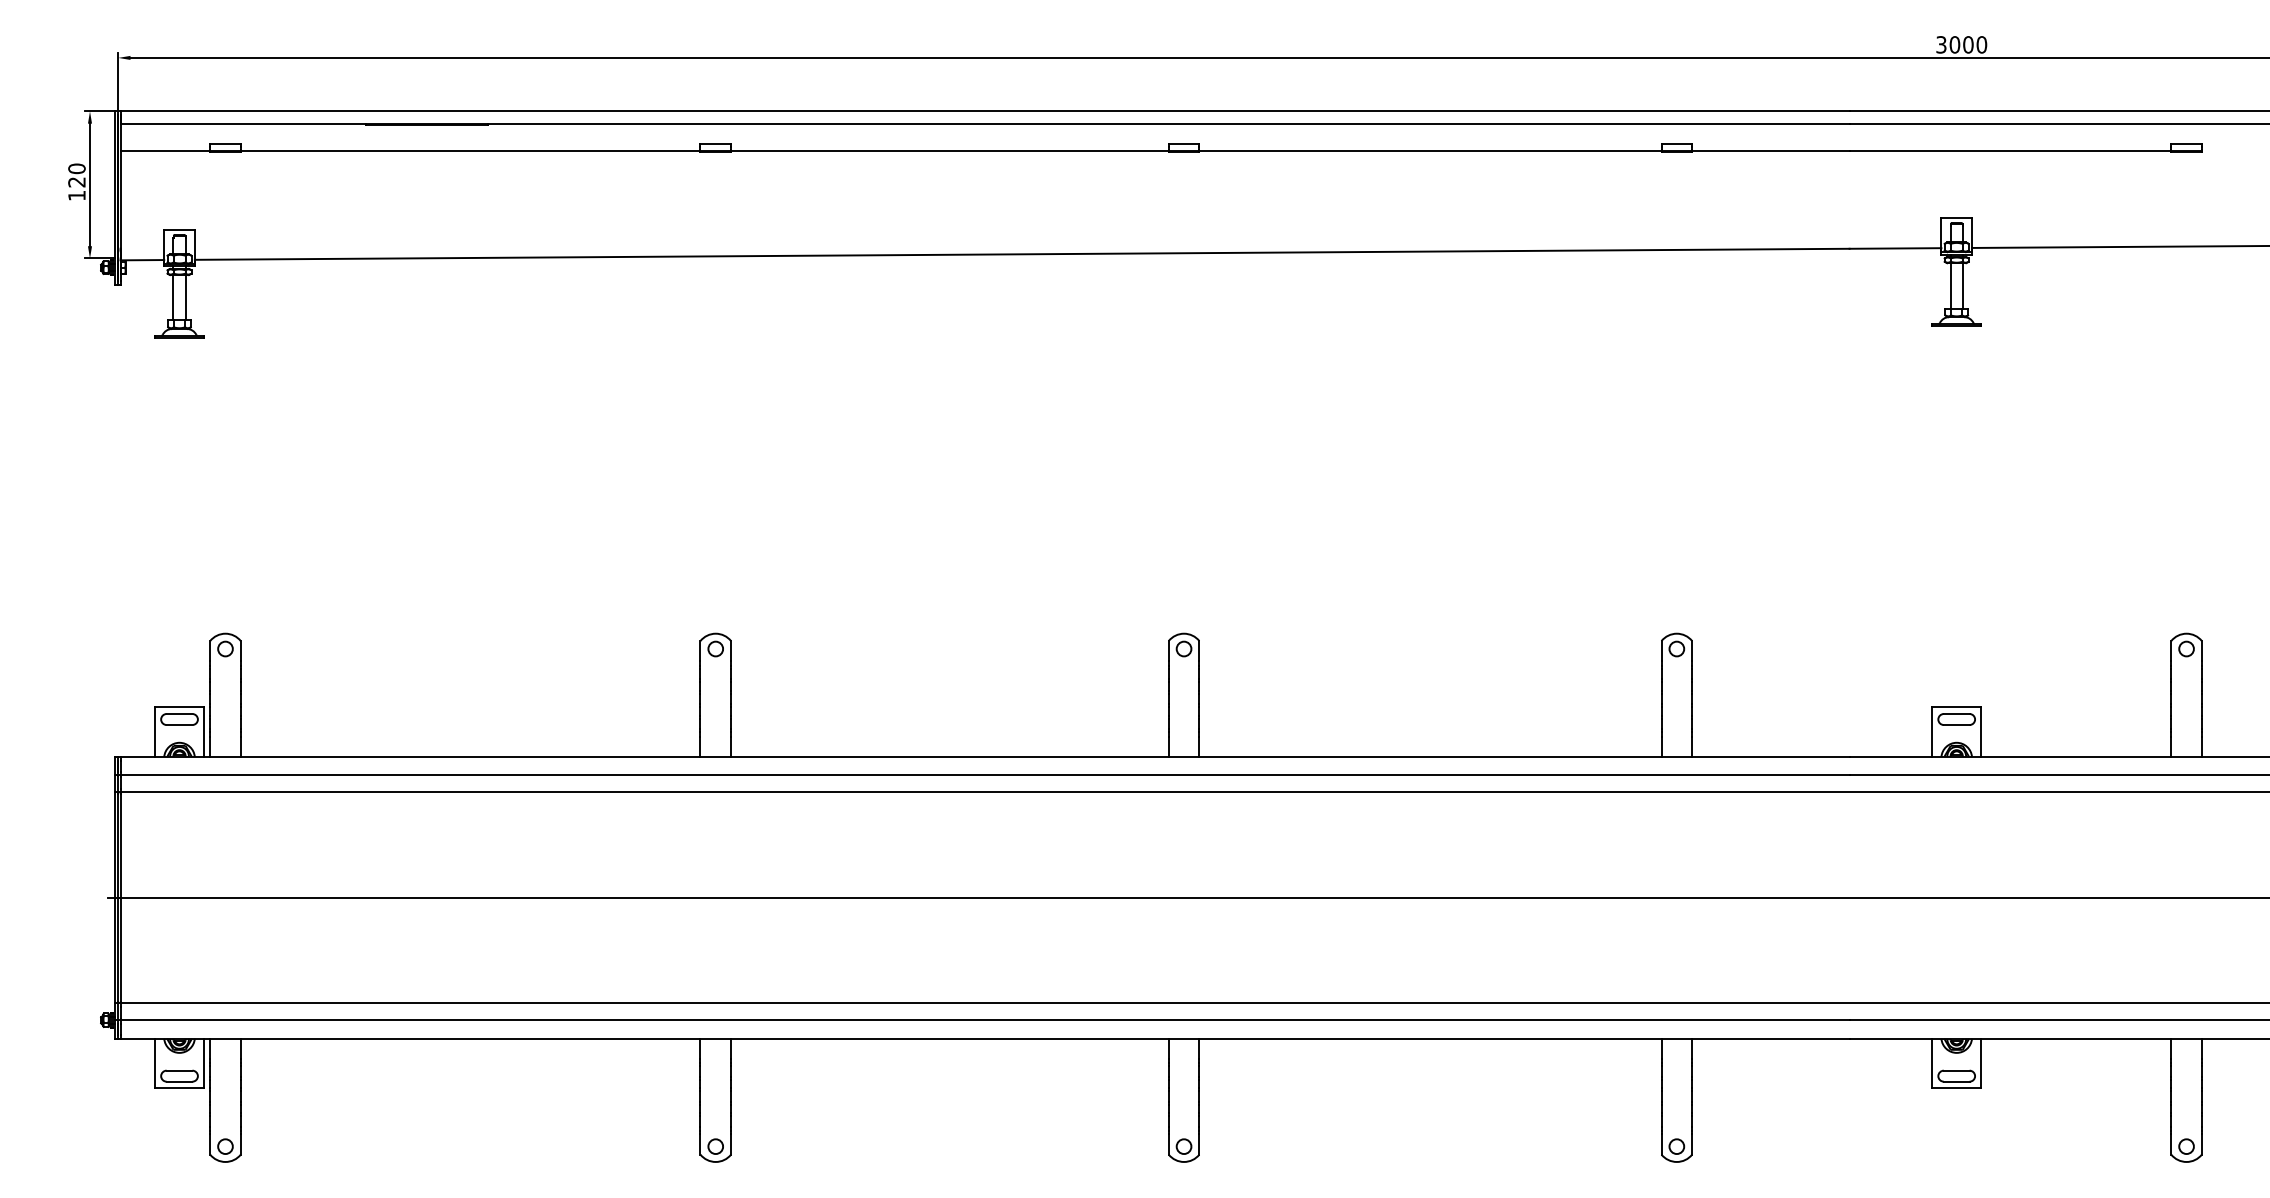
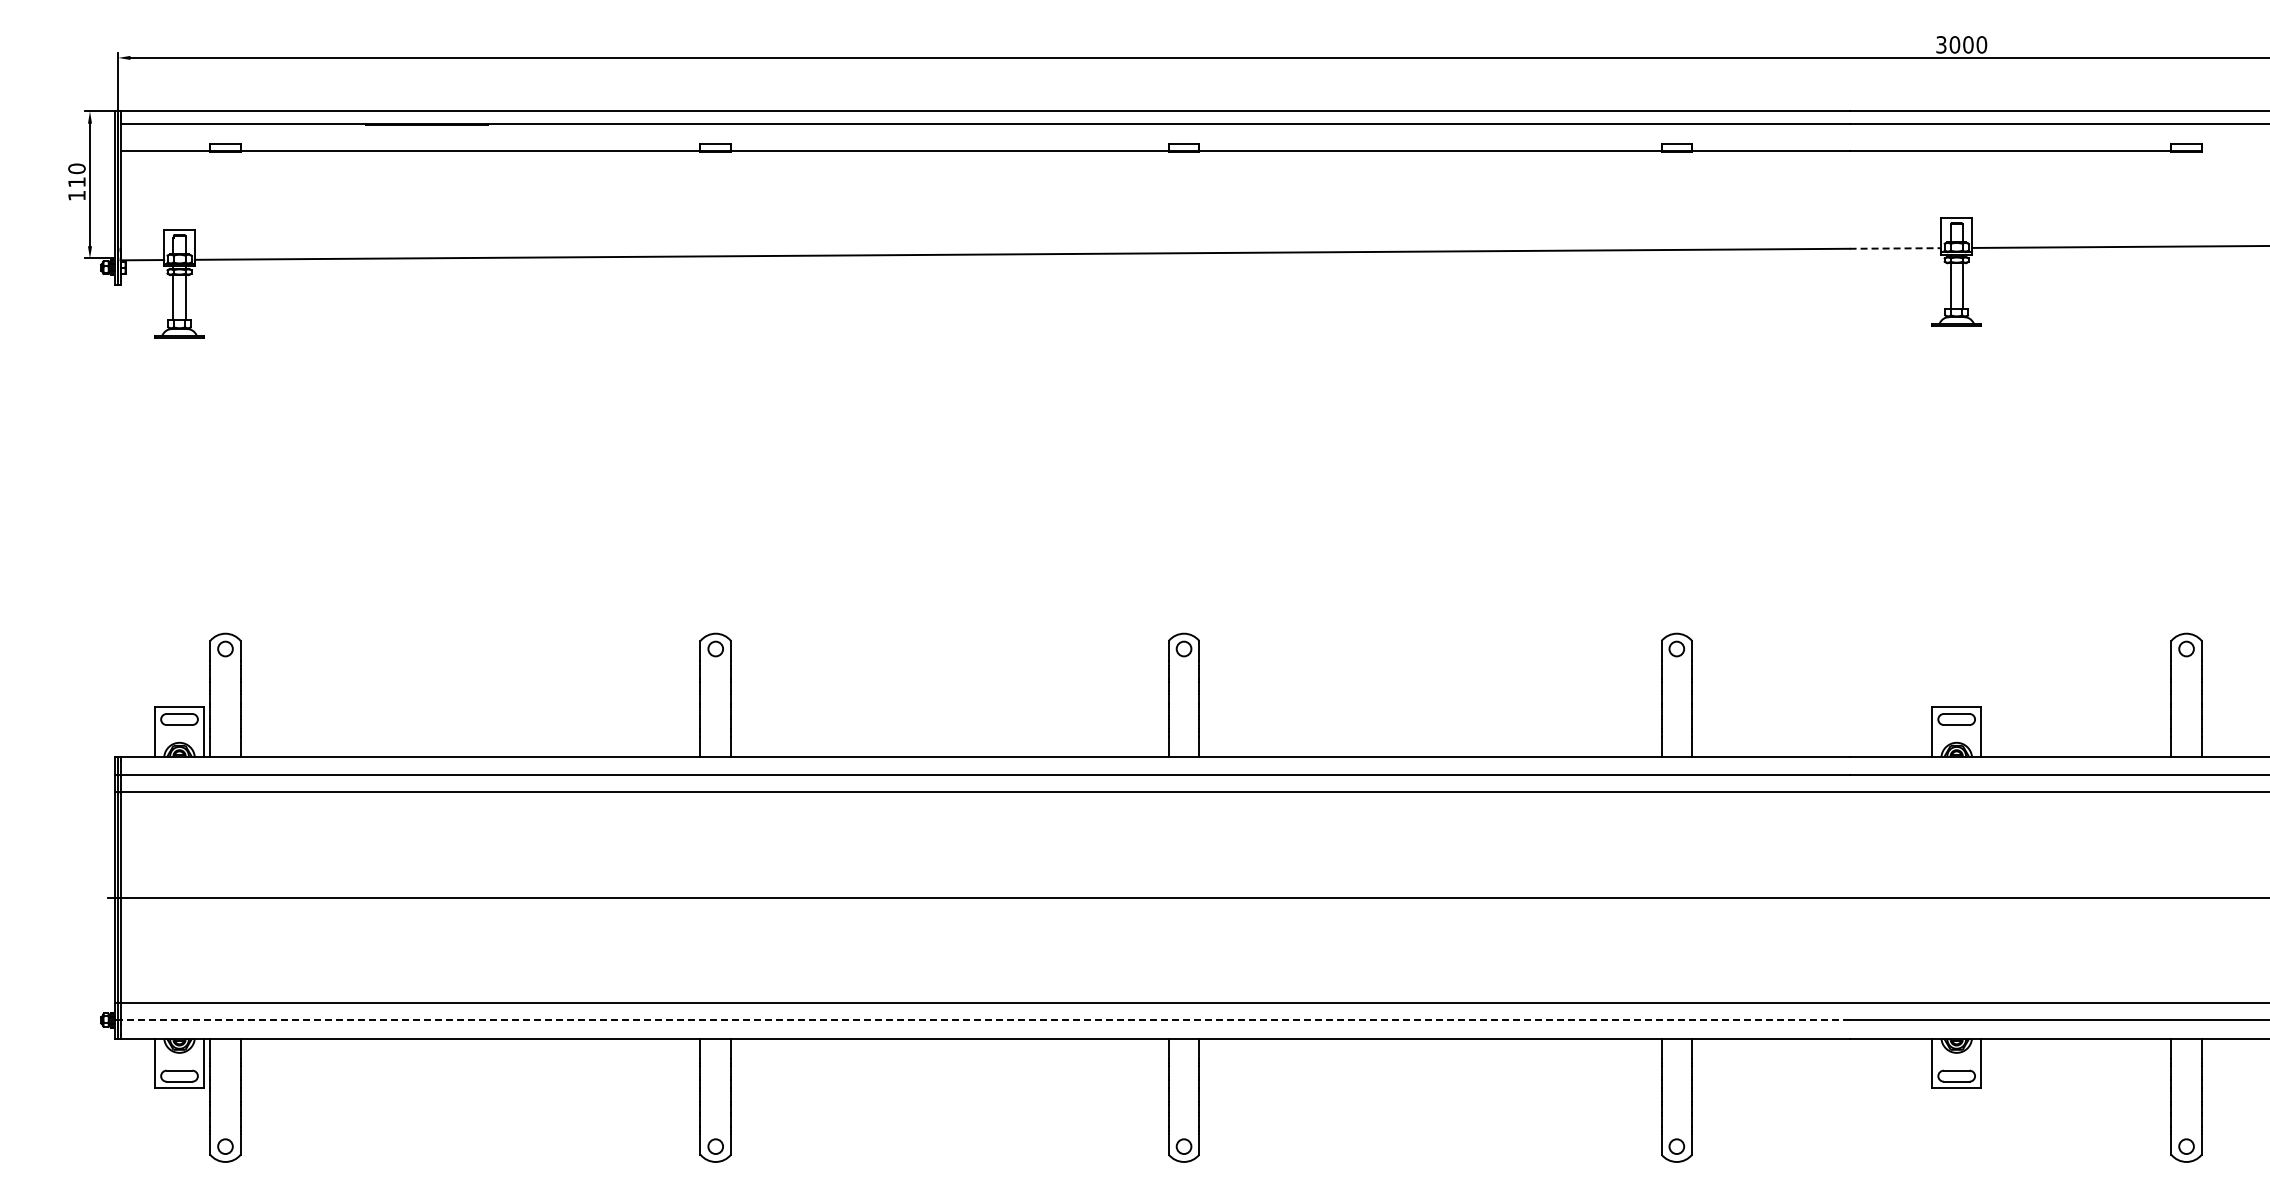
text at (76, 182): 120 -> 110
line at (1895, 248): solid -> dashed
line at (984, 1020): solid -> dashed
